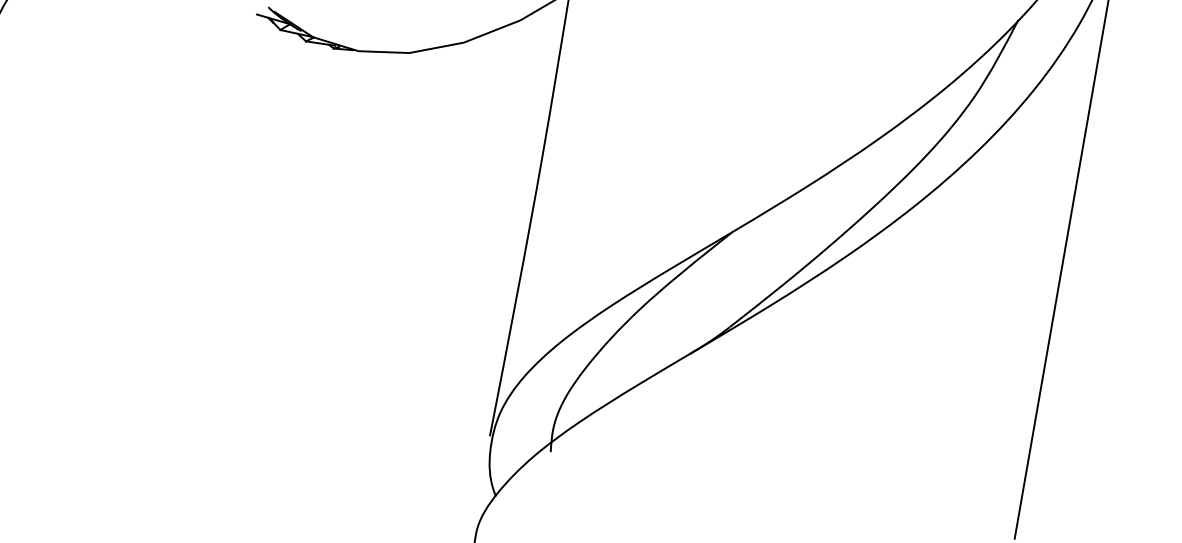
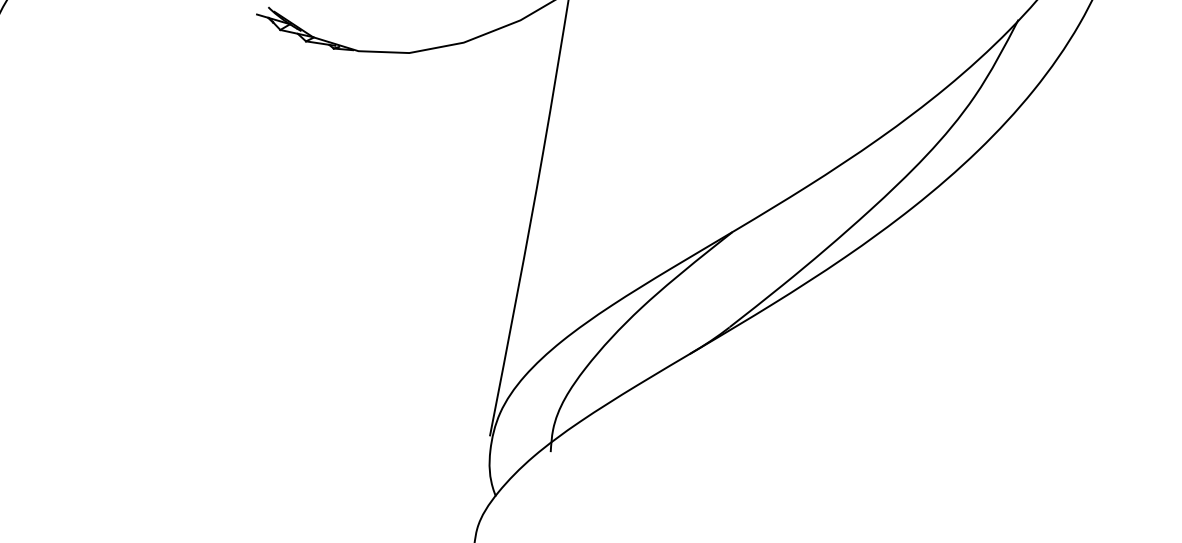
line at (1061, 270): present -> none
